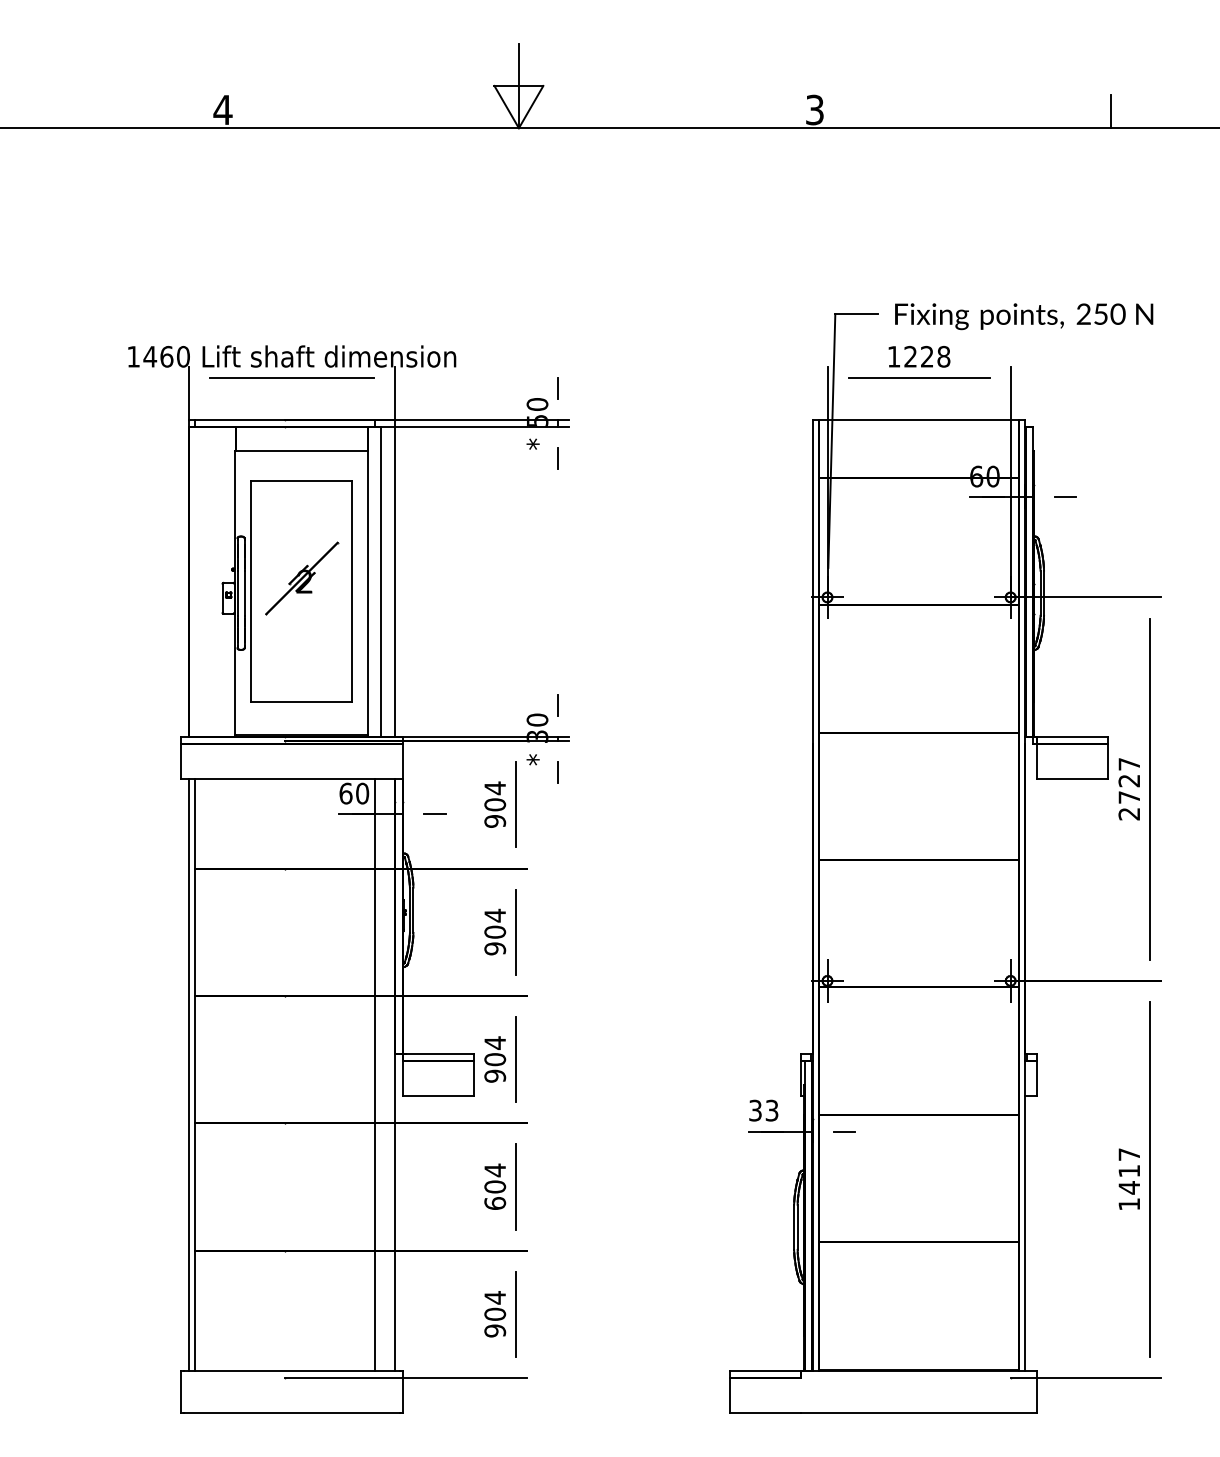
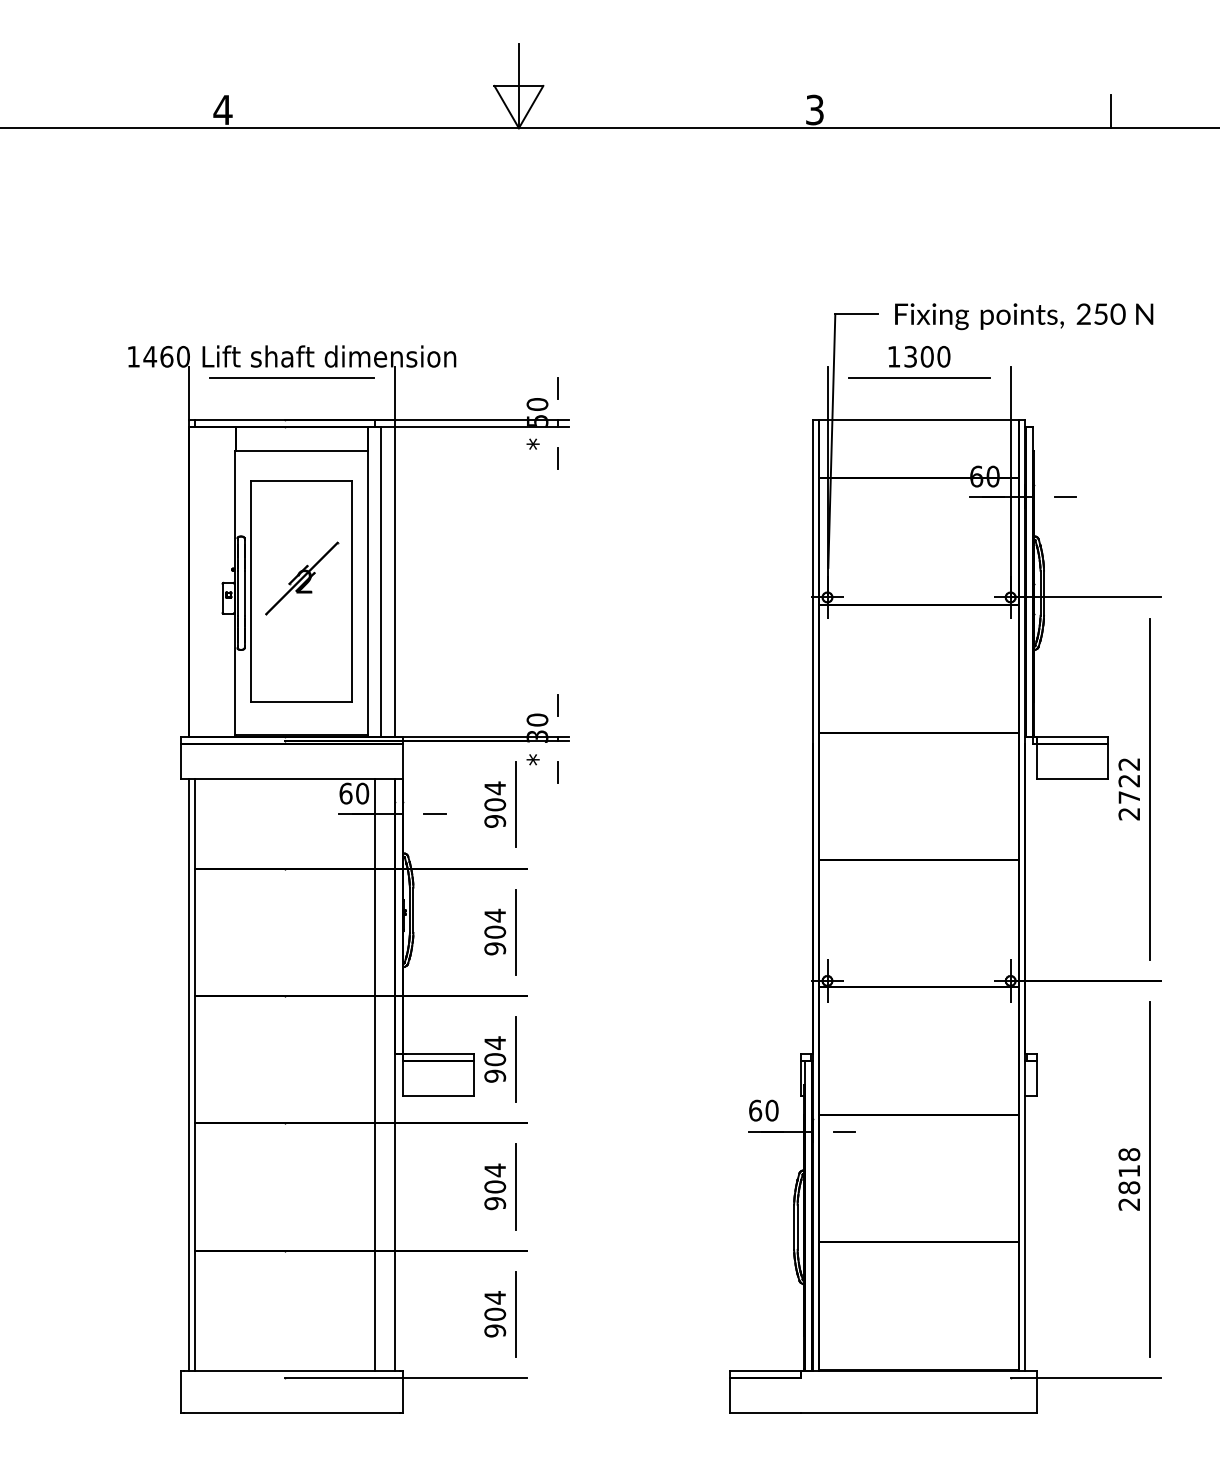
text at (927, 356): 1228 -> 1300
text at (1128, 764): 2727 -> 2722
text at (763, 1110): 33 -> 60
text at (1129, 1179): 1417 -> 2818
text at (495, 1203): 604 -> 904
